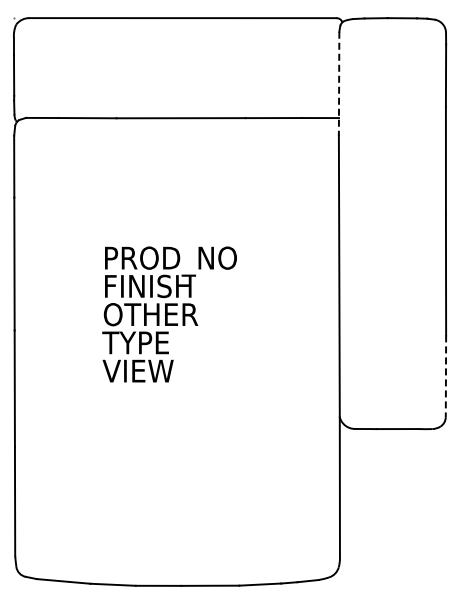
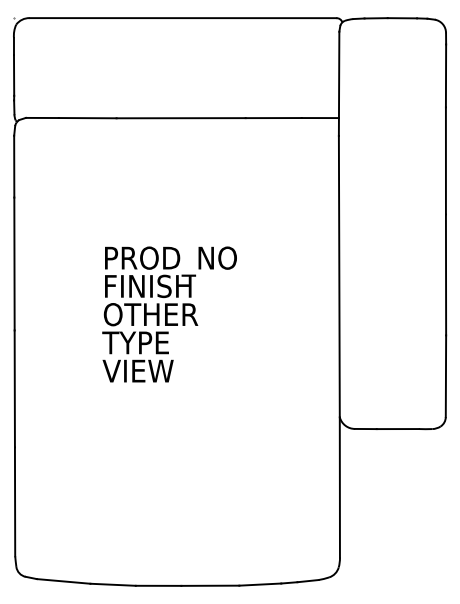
line at (339, 84): dashed -> solid
line at (445, 376): dashed -> solid
